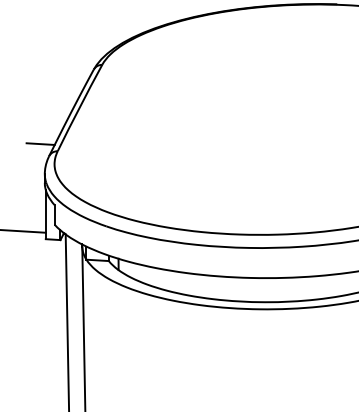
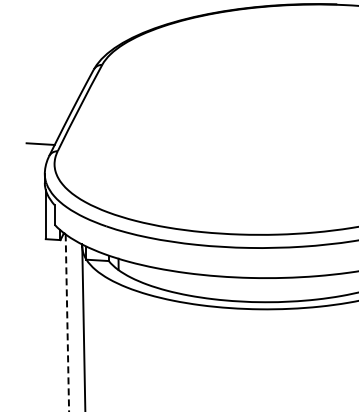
line at (23, 231): present -> none
line at (67, 323): solid -> dashed
